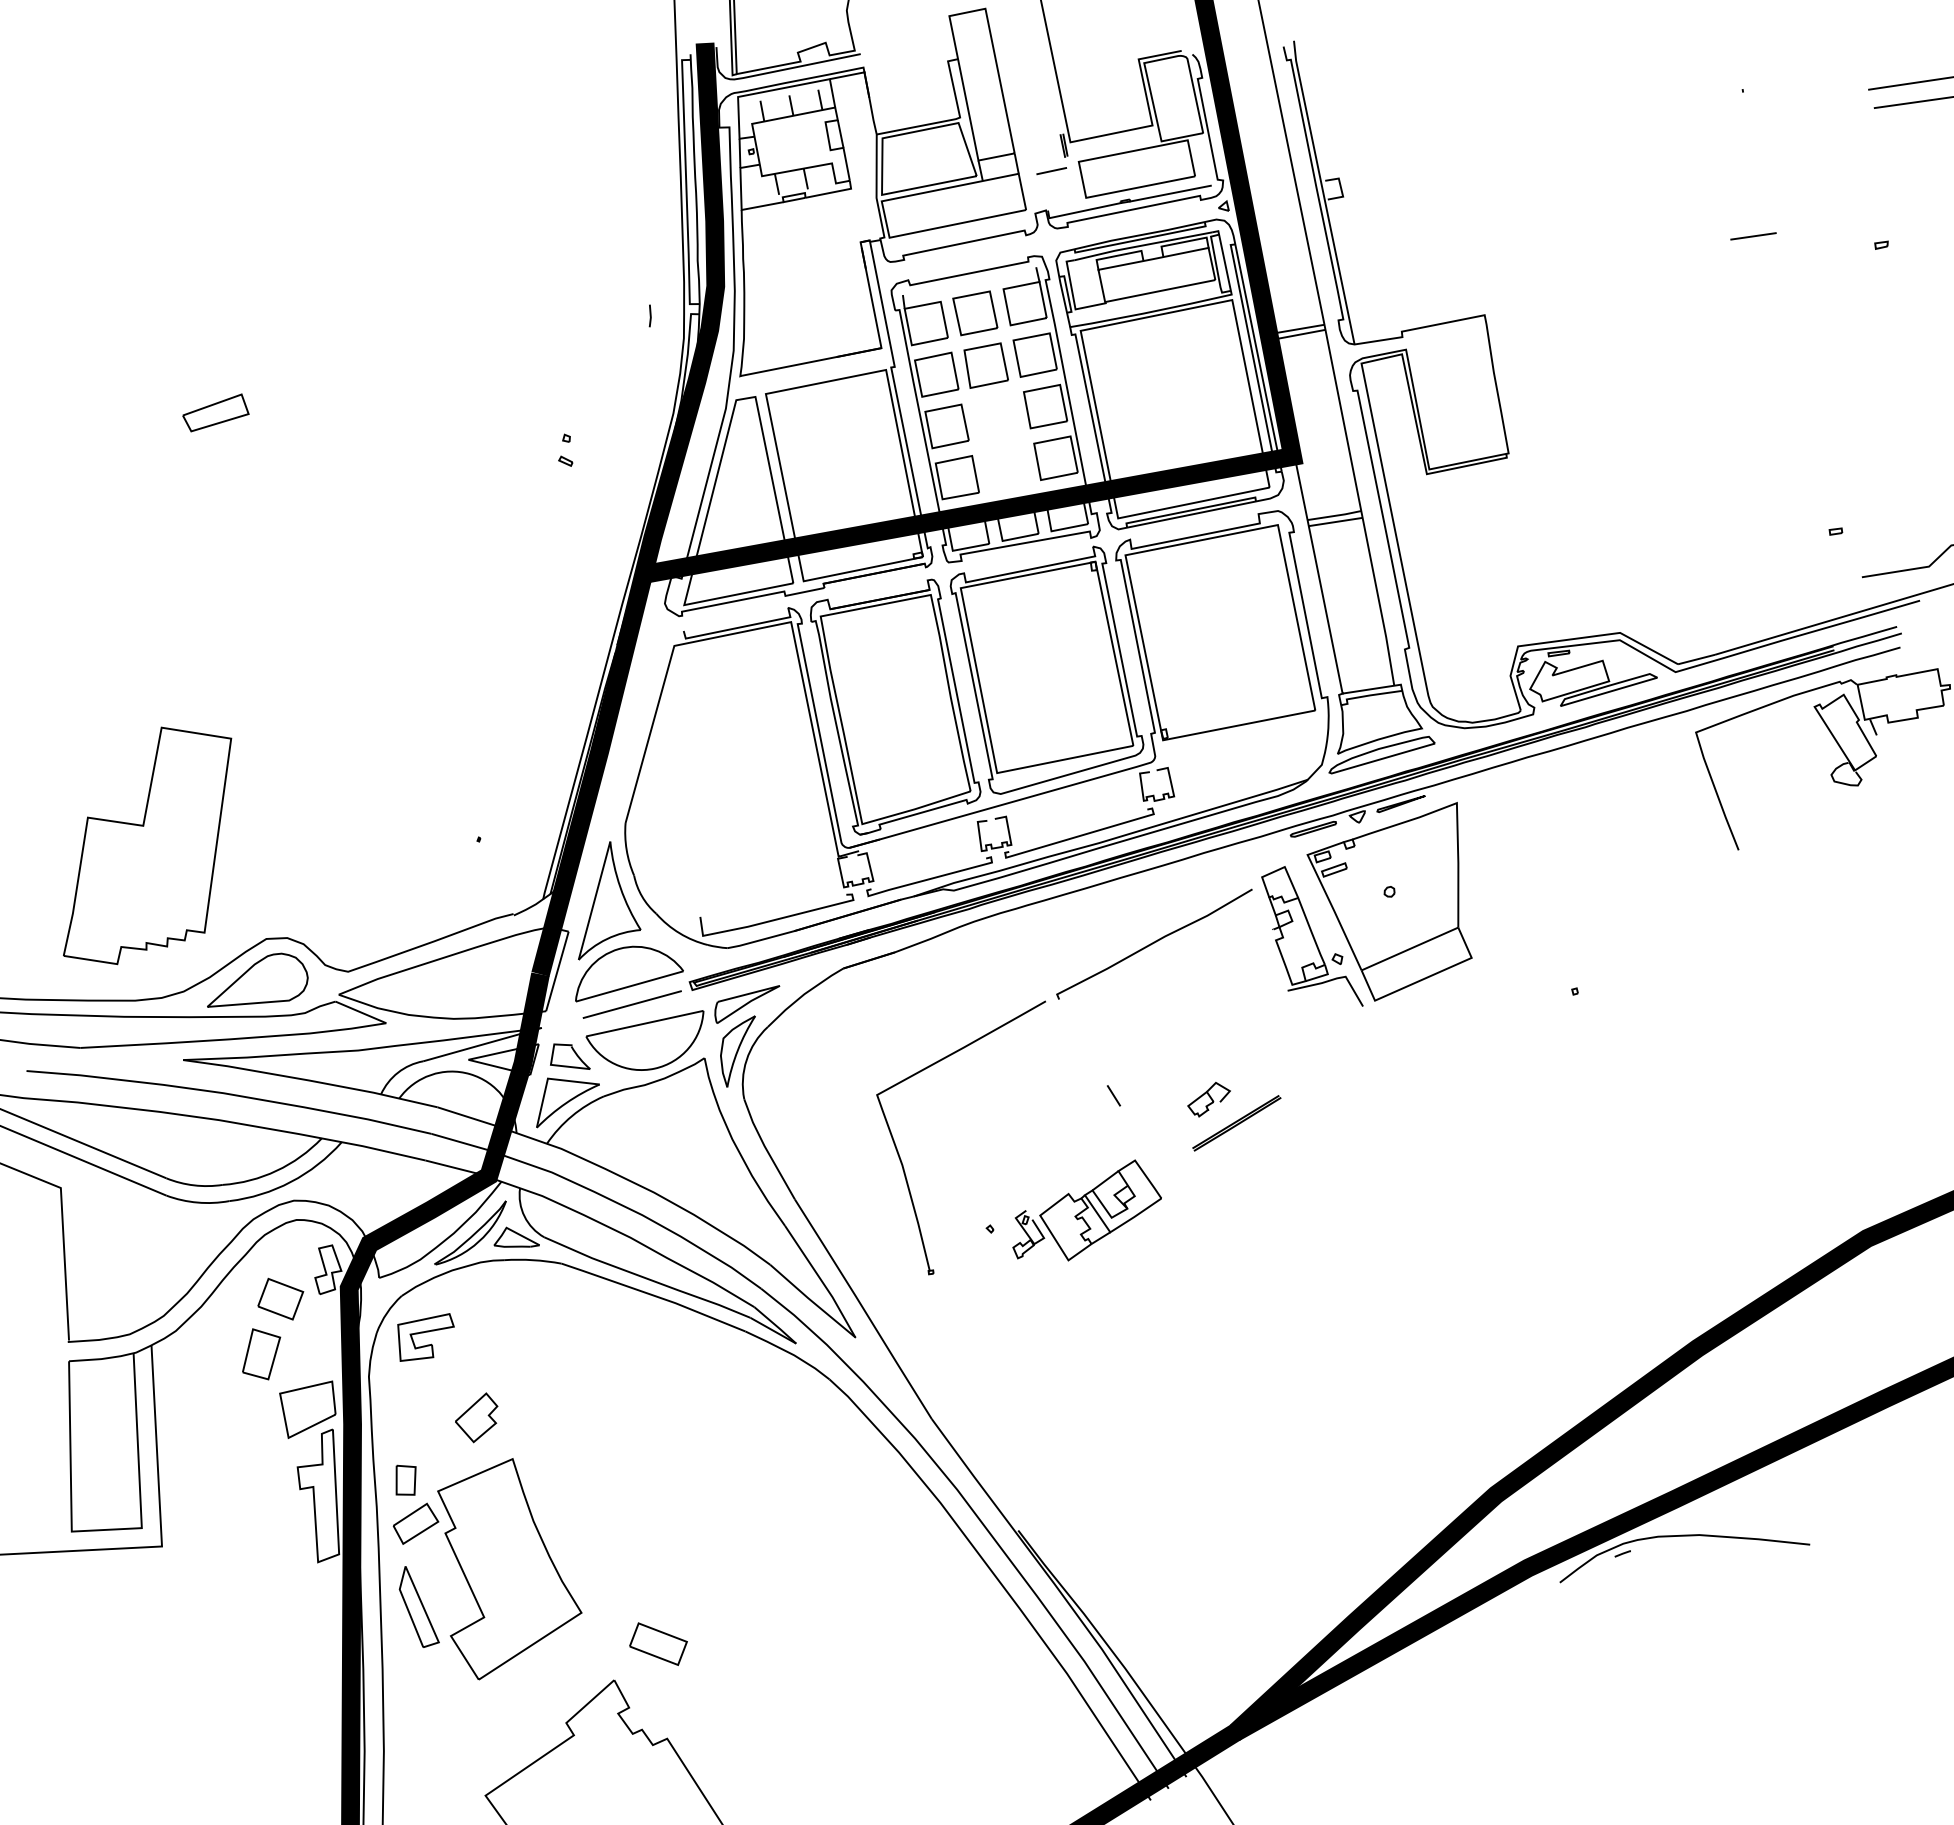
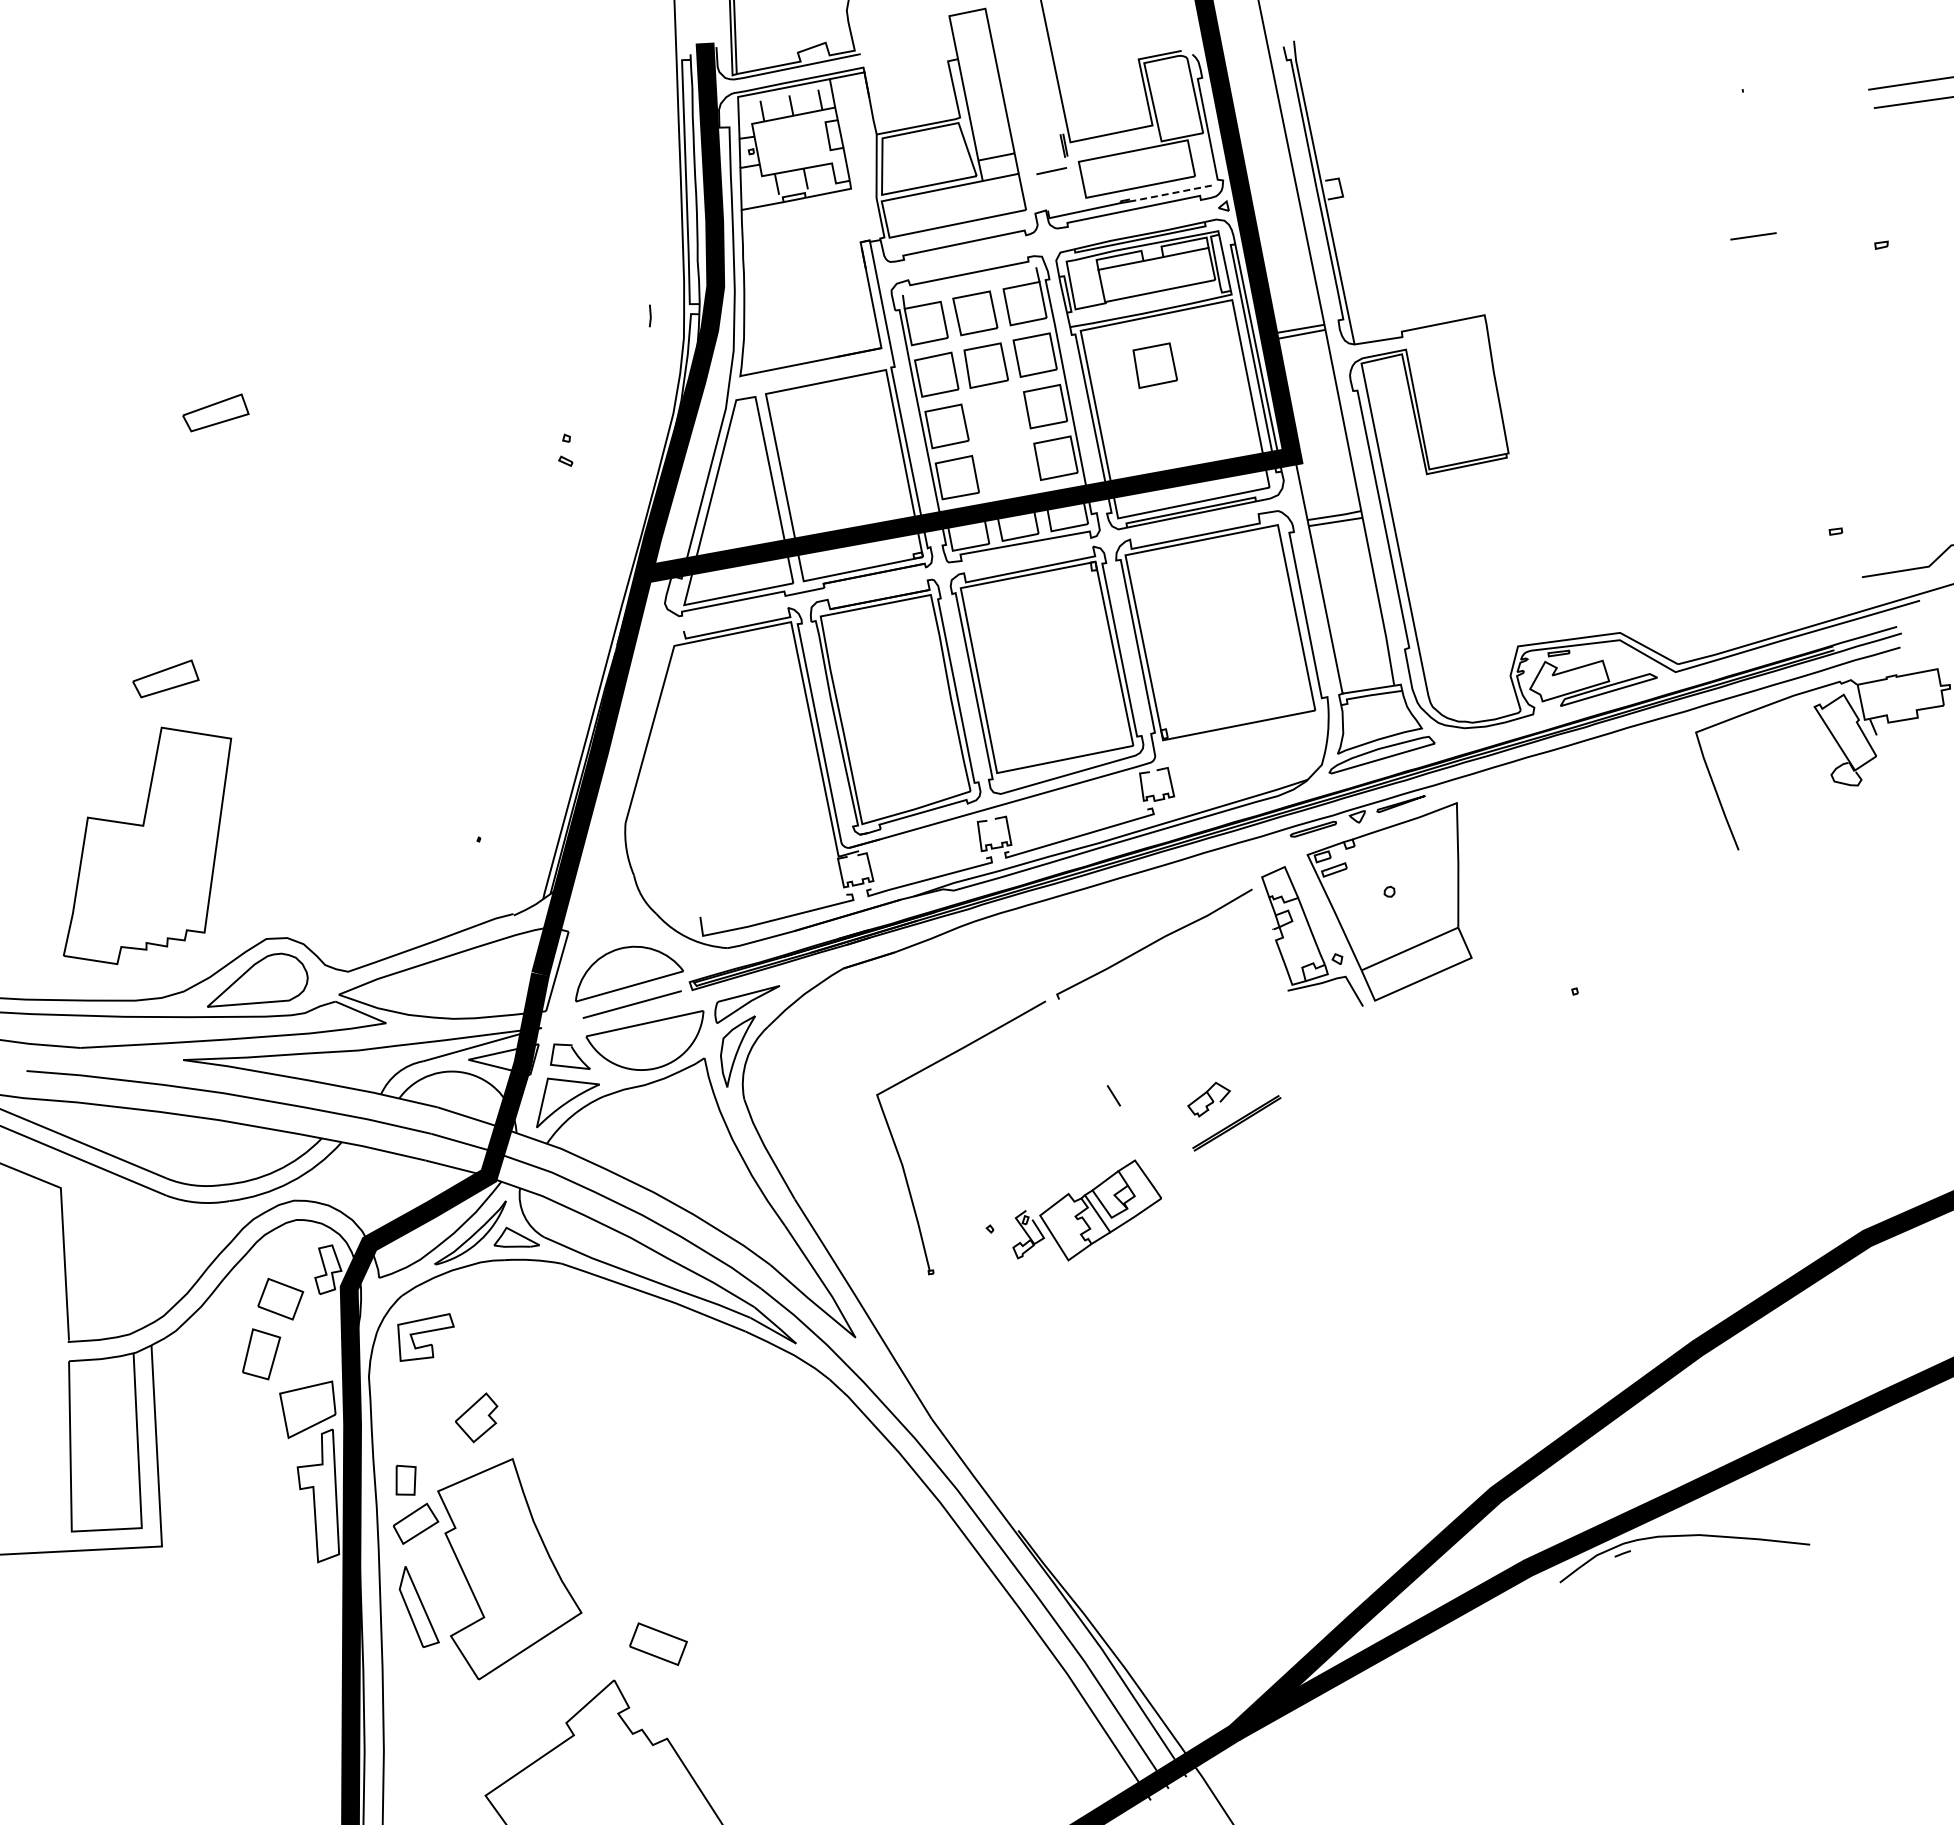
line at (1168, 194): solid -> dashed
part at (1154, 365): none -> present
part at (165, 678): none -> present
part at (609, 900): present -> none
